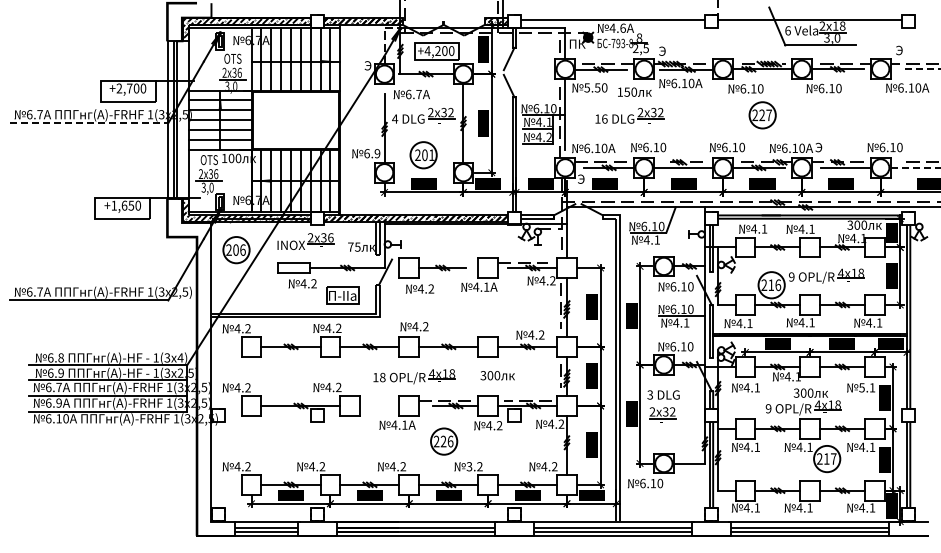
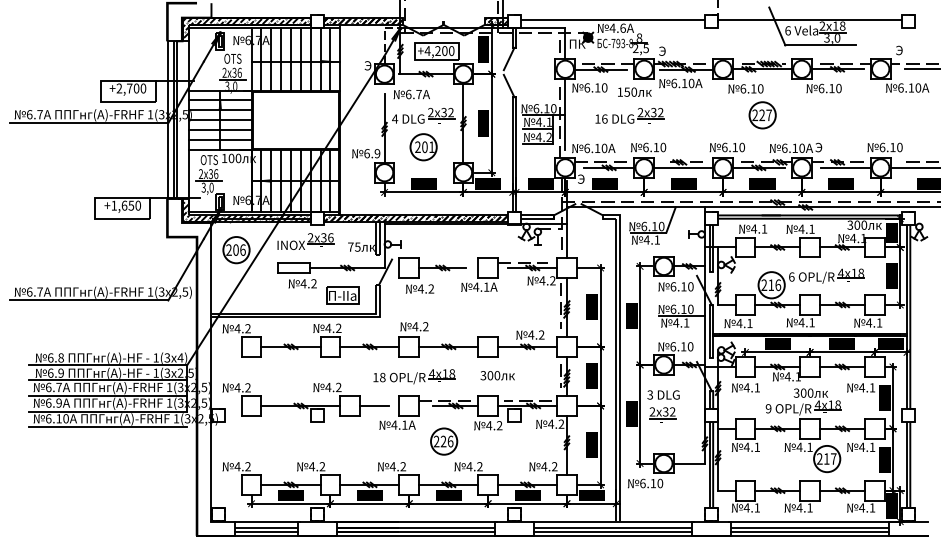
line at (922, 69): dashed -> solid
text at (592, 87): 5.50 -> 6.10
line at (89, 123): dashed -> solid
part at (423, 155) position: (423, 155) -> (423, 147)
line at (915, 167): dashed -> solid
text at (791, 276): 9 -> 6
text at (861, 387): 5.1 -> 4.1
line at (373, 406): none -> present
line at (107, 427): none -> present
text at (469, 466): 3.2 -> 4.2
